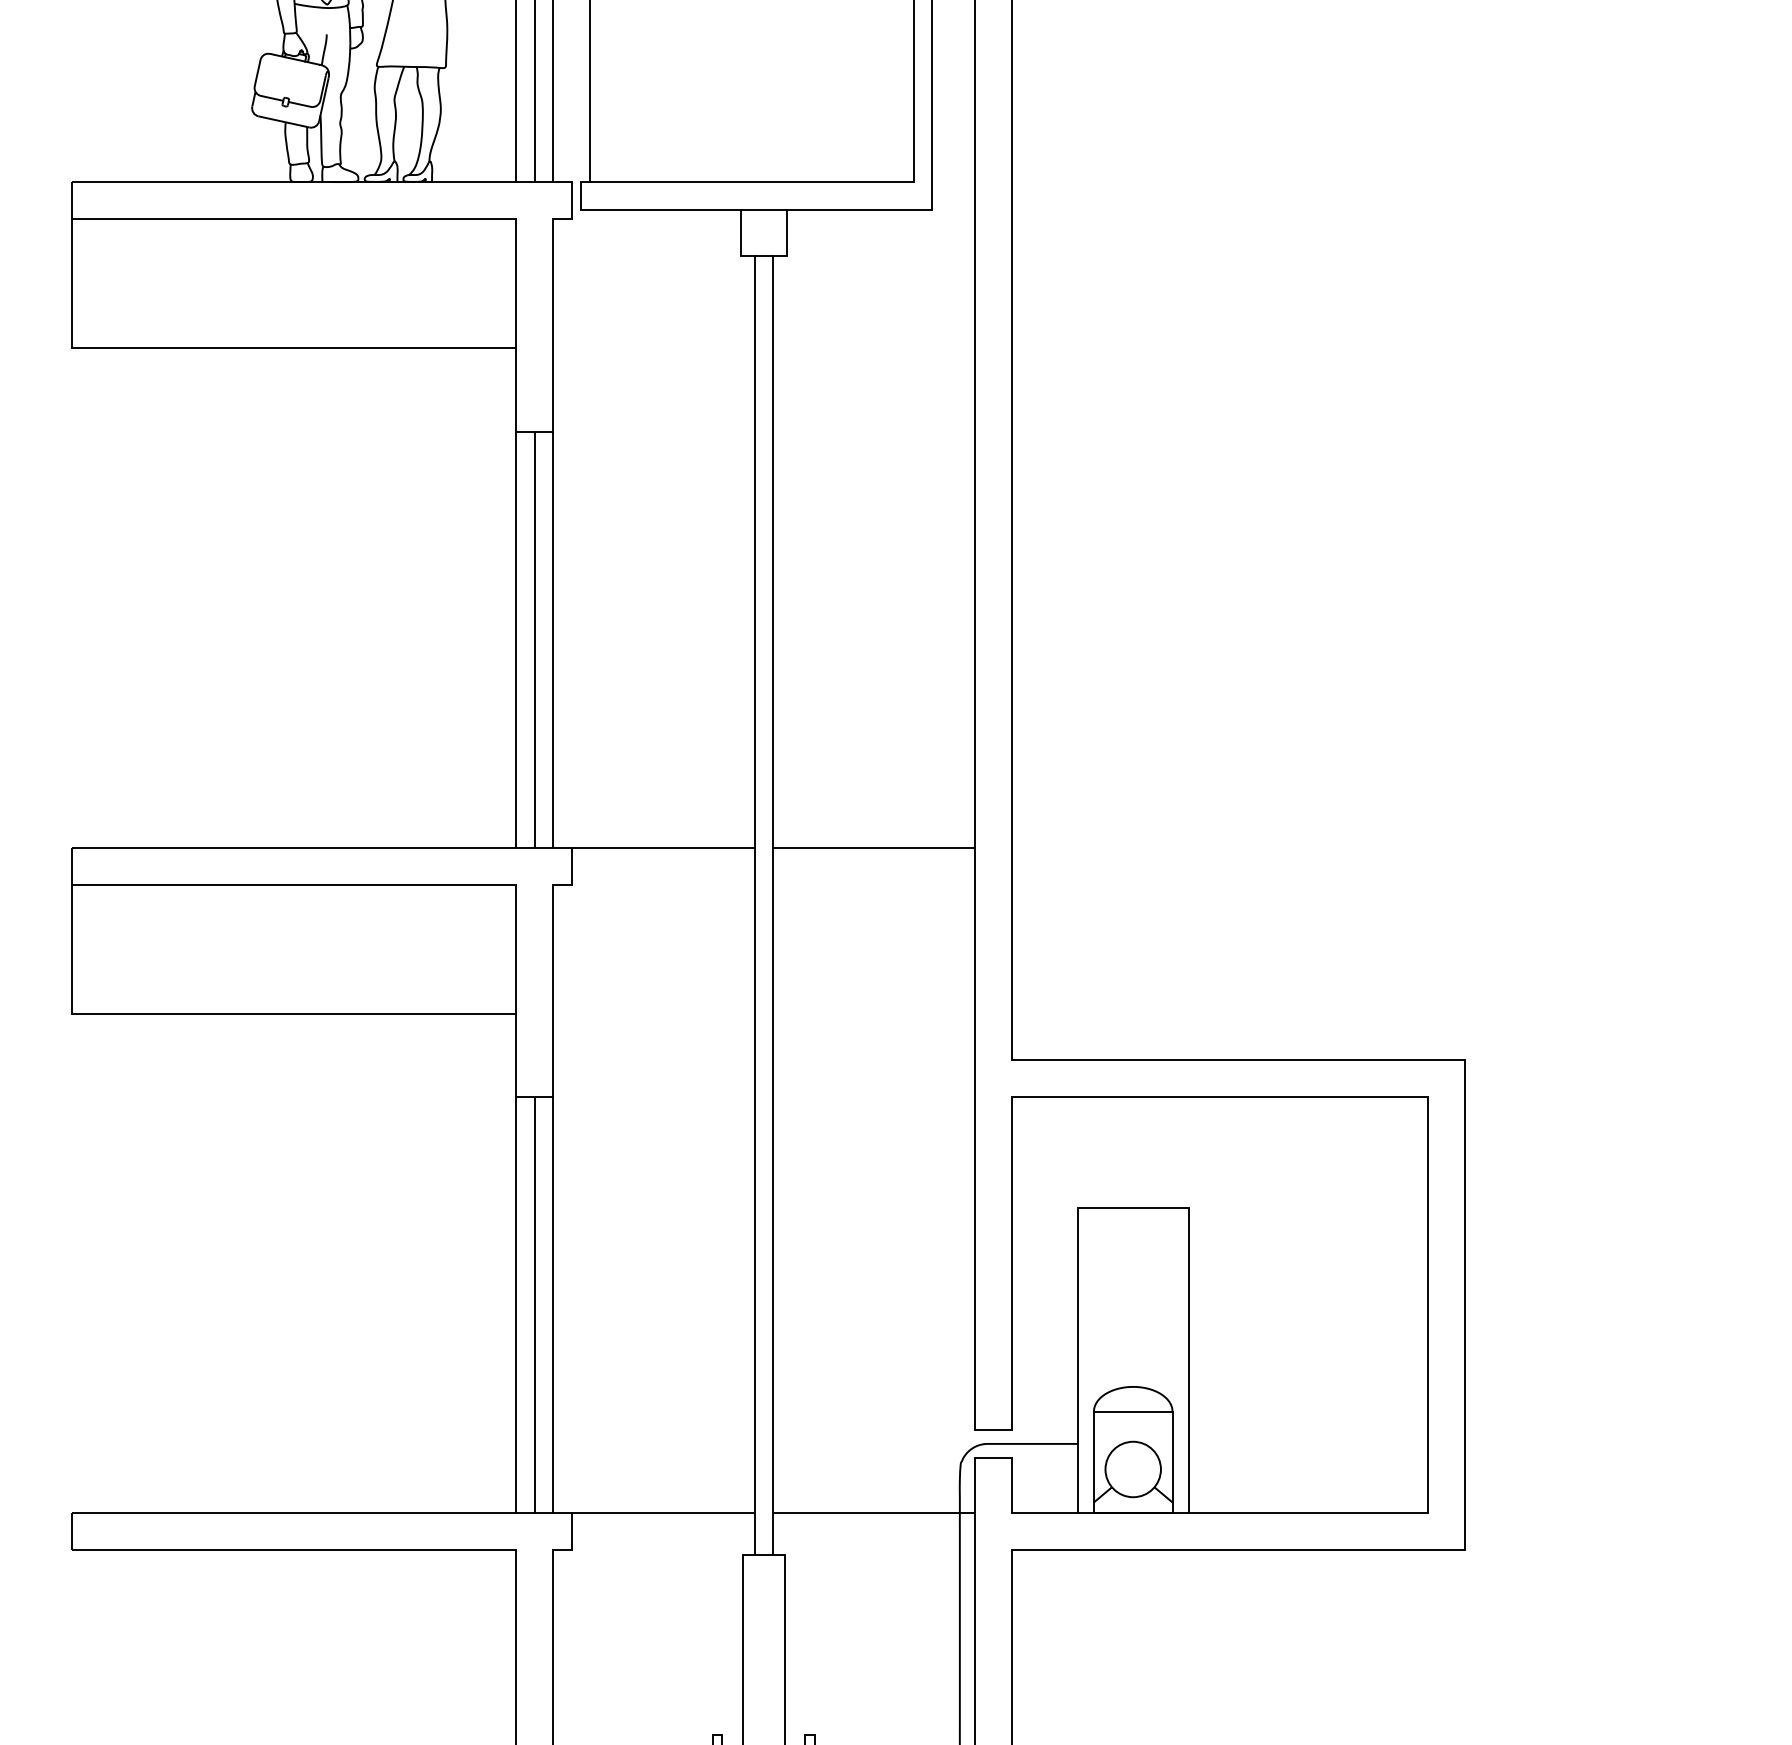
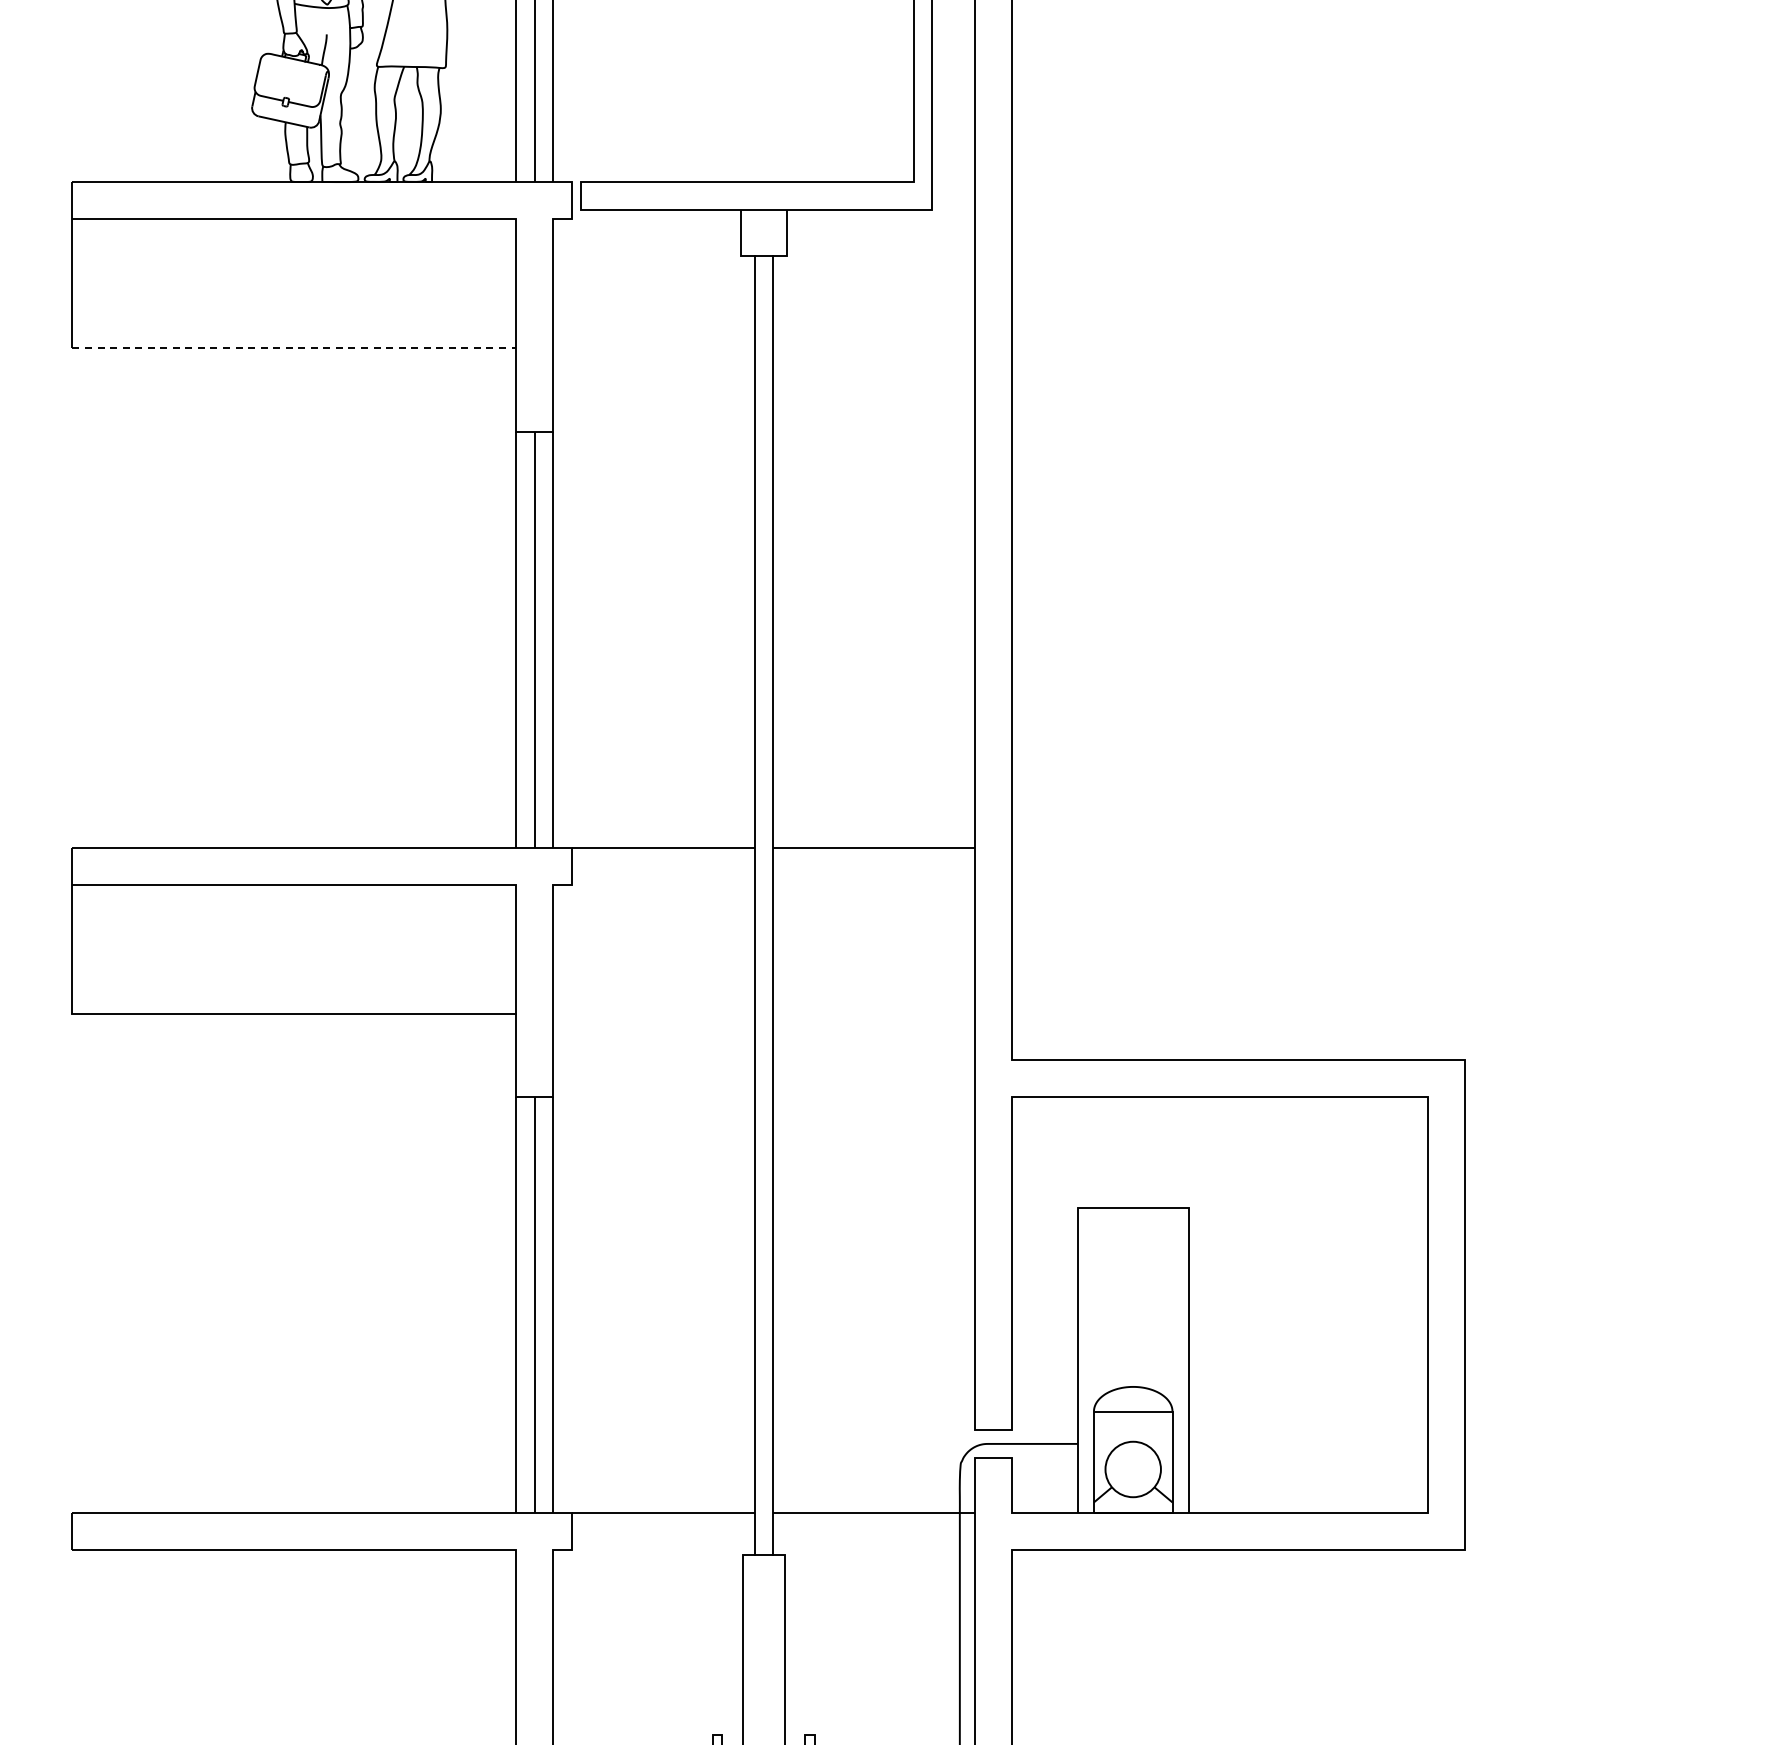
line at (590, 92): present -> none
line at (294, 348): solid -> dashed
